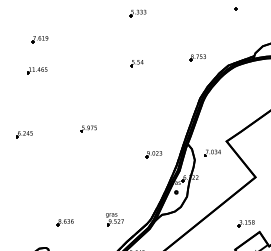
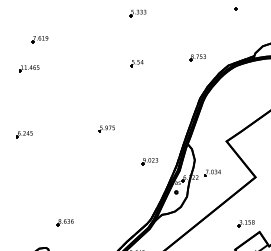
part at (37, 70) position: (37, 70) -> (29, 68)
part at (88, 128) position: (88, 128) -> (106, 128)
part at (212, 152) position: (212, 152) -> (212, 172)
part at (153, 154) position: (153, 154) -> (149, 161)
part at (114, 219): present -> none
